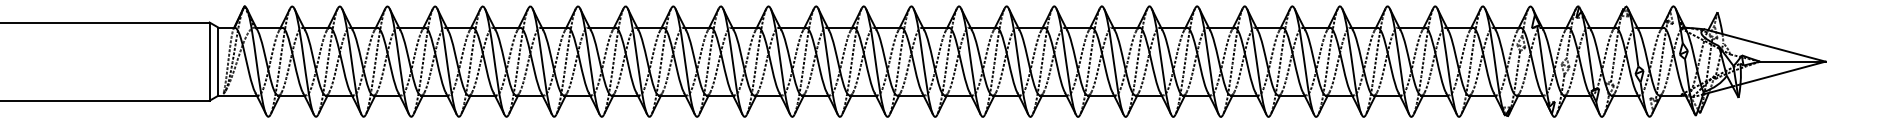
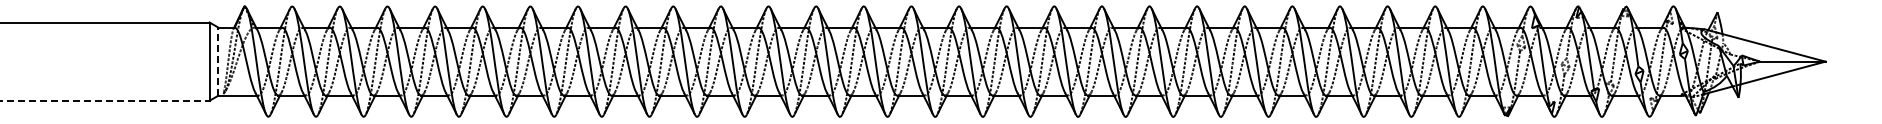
line at (218, 61): solid -> dashed
line at (105, 100): solid -> dashed
